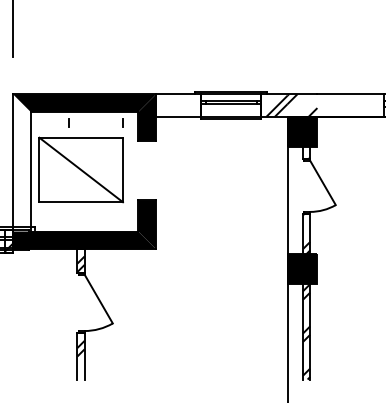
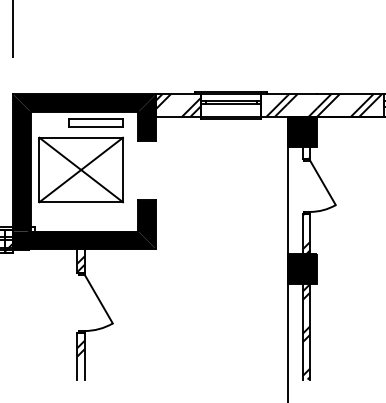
hatch at (178, 105): none -> present
hatch at (349, 105): none -> present
line at (95, 118): none -> present
line at (95, 127): none -> present
fill at (21, 162): none -> present
line at (80, 169): none -> present
